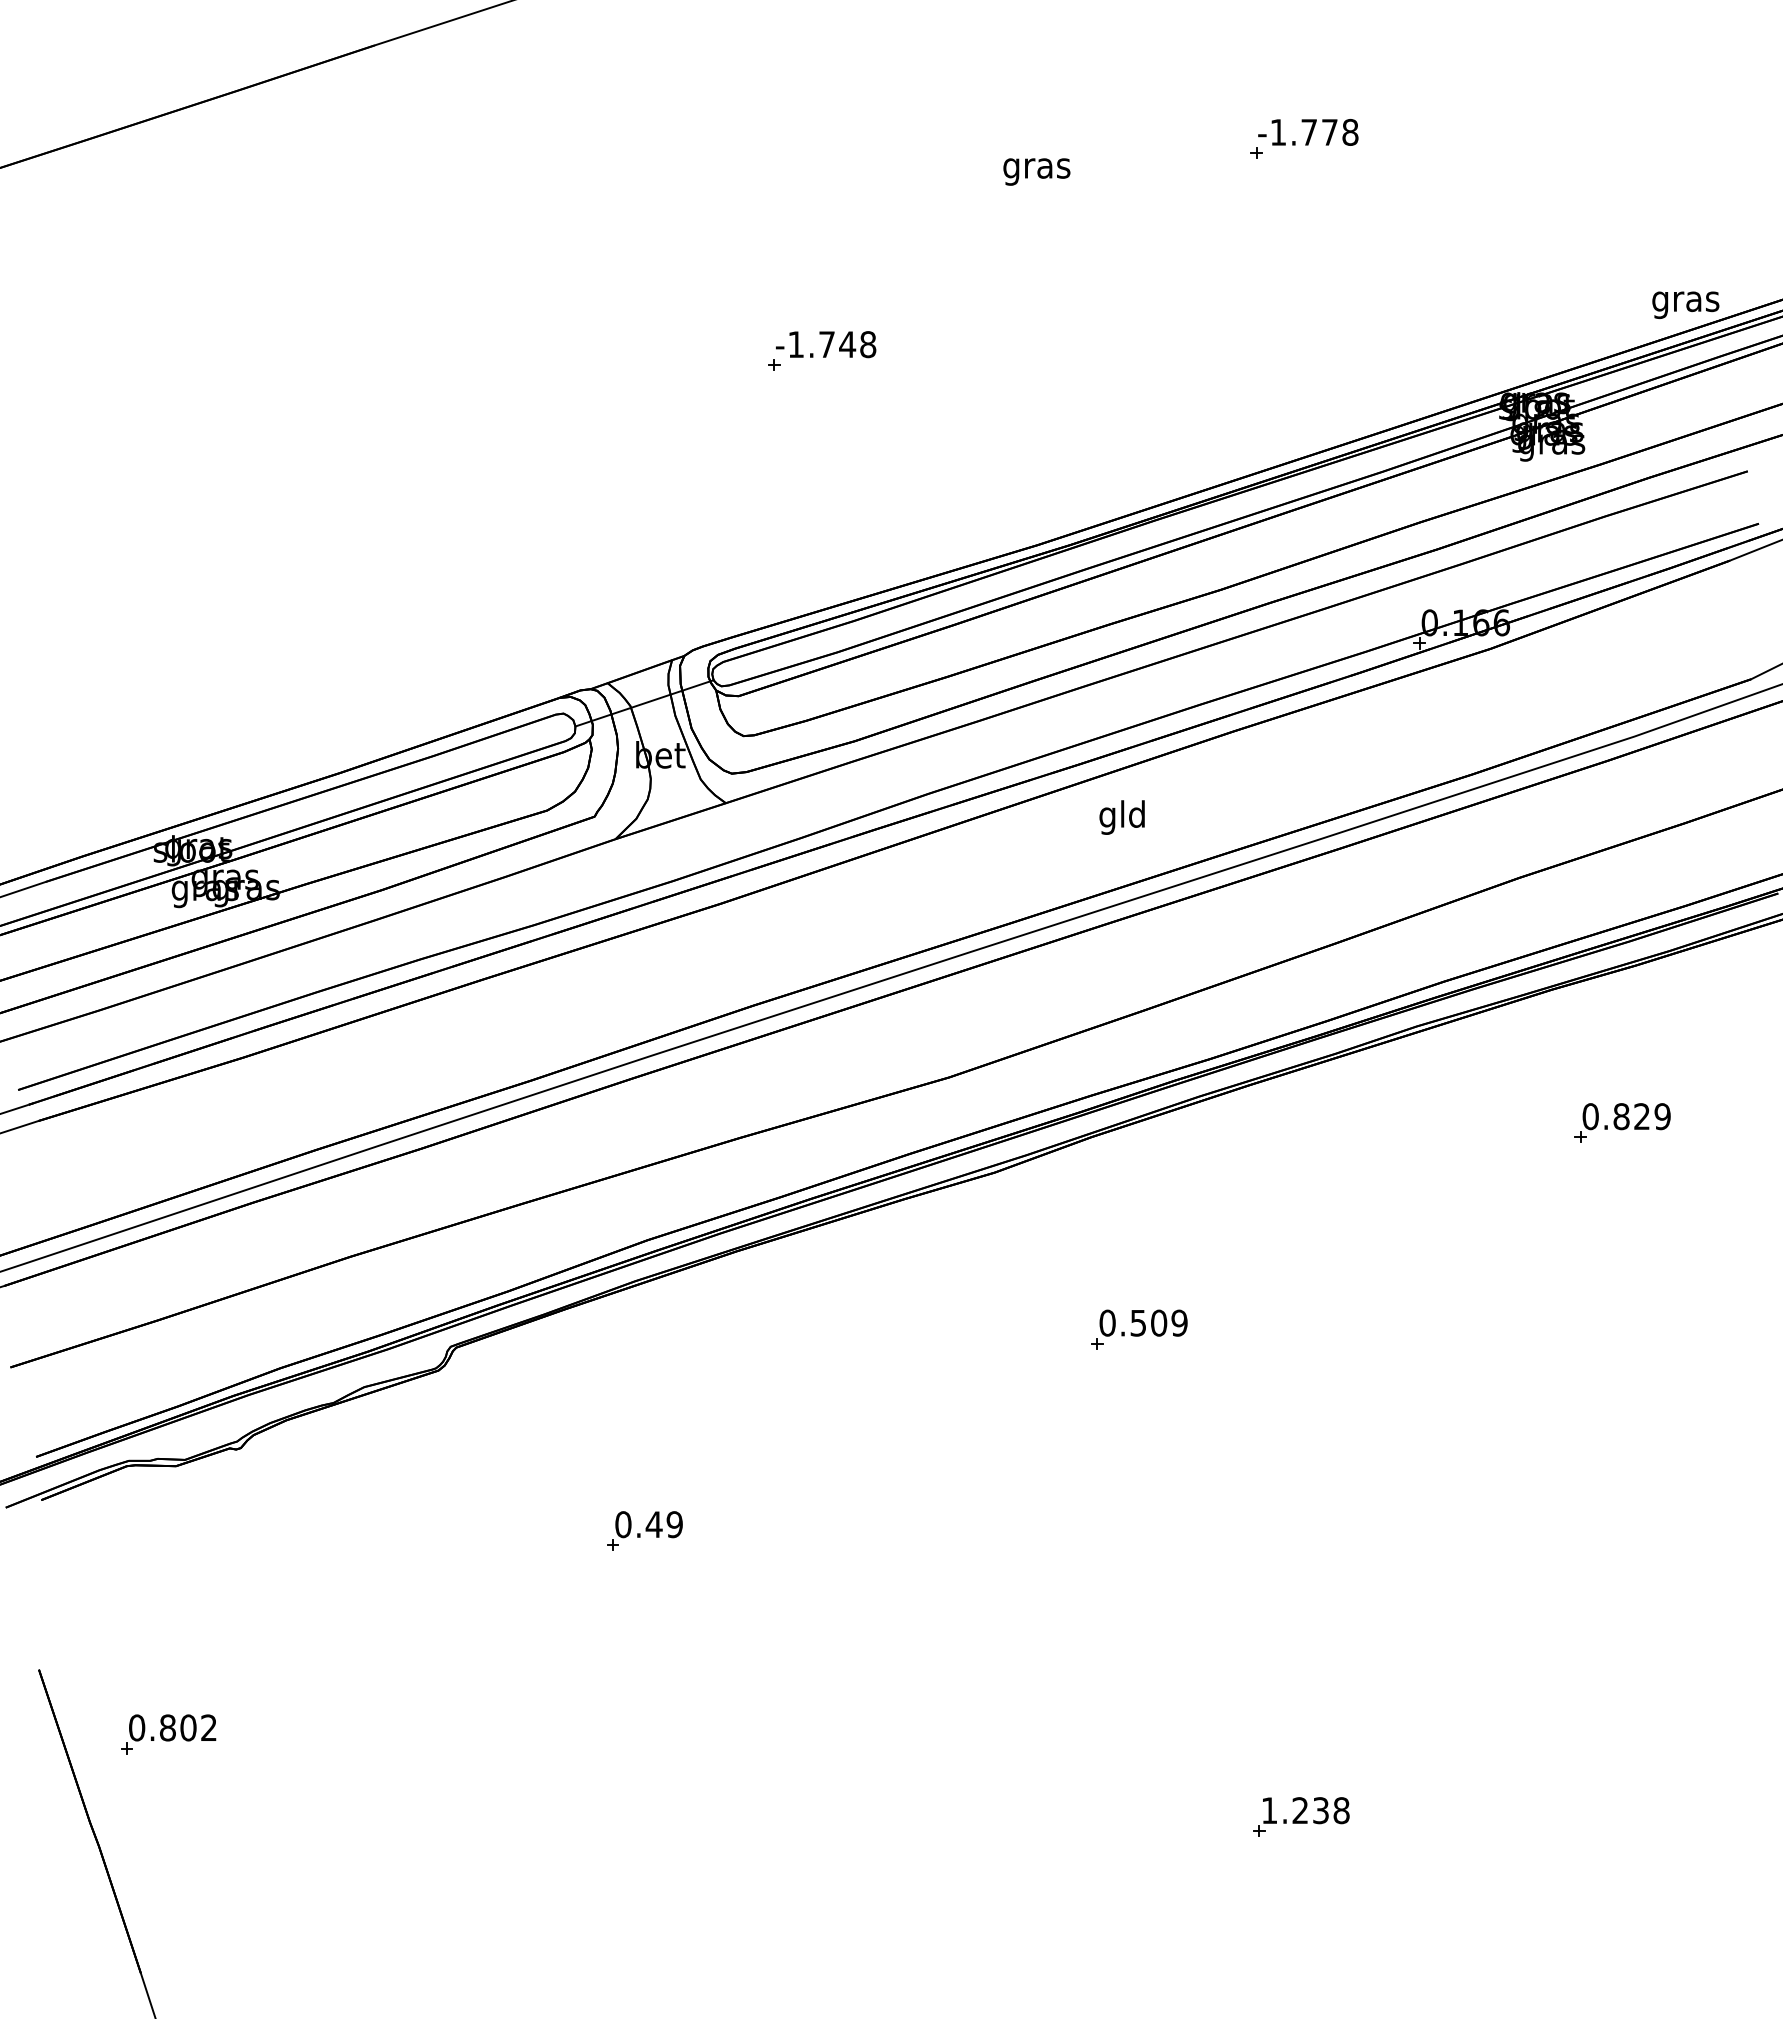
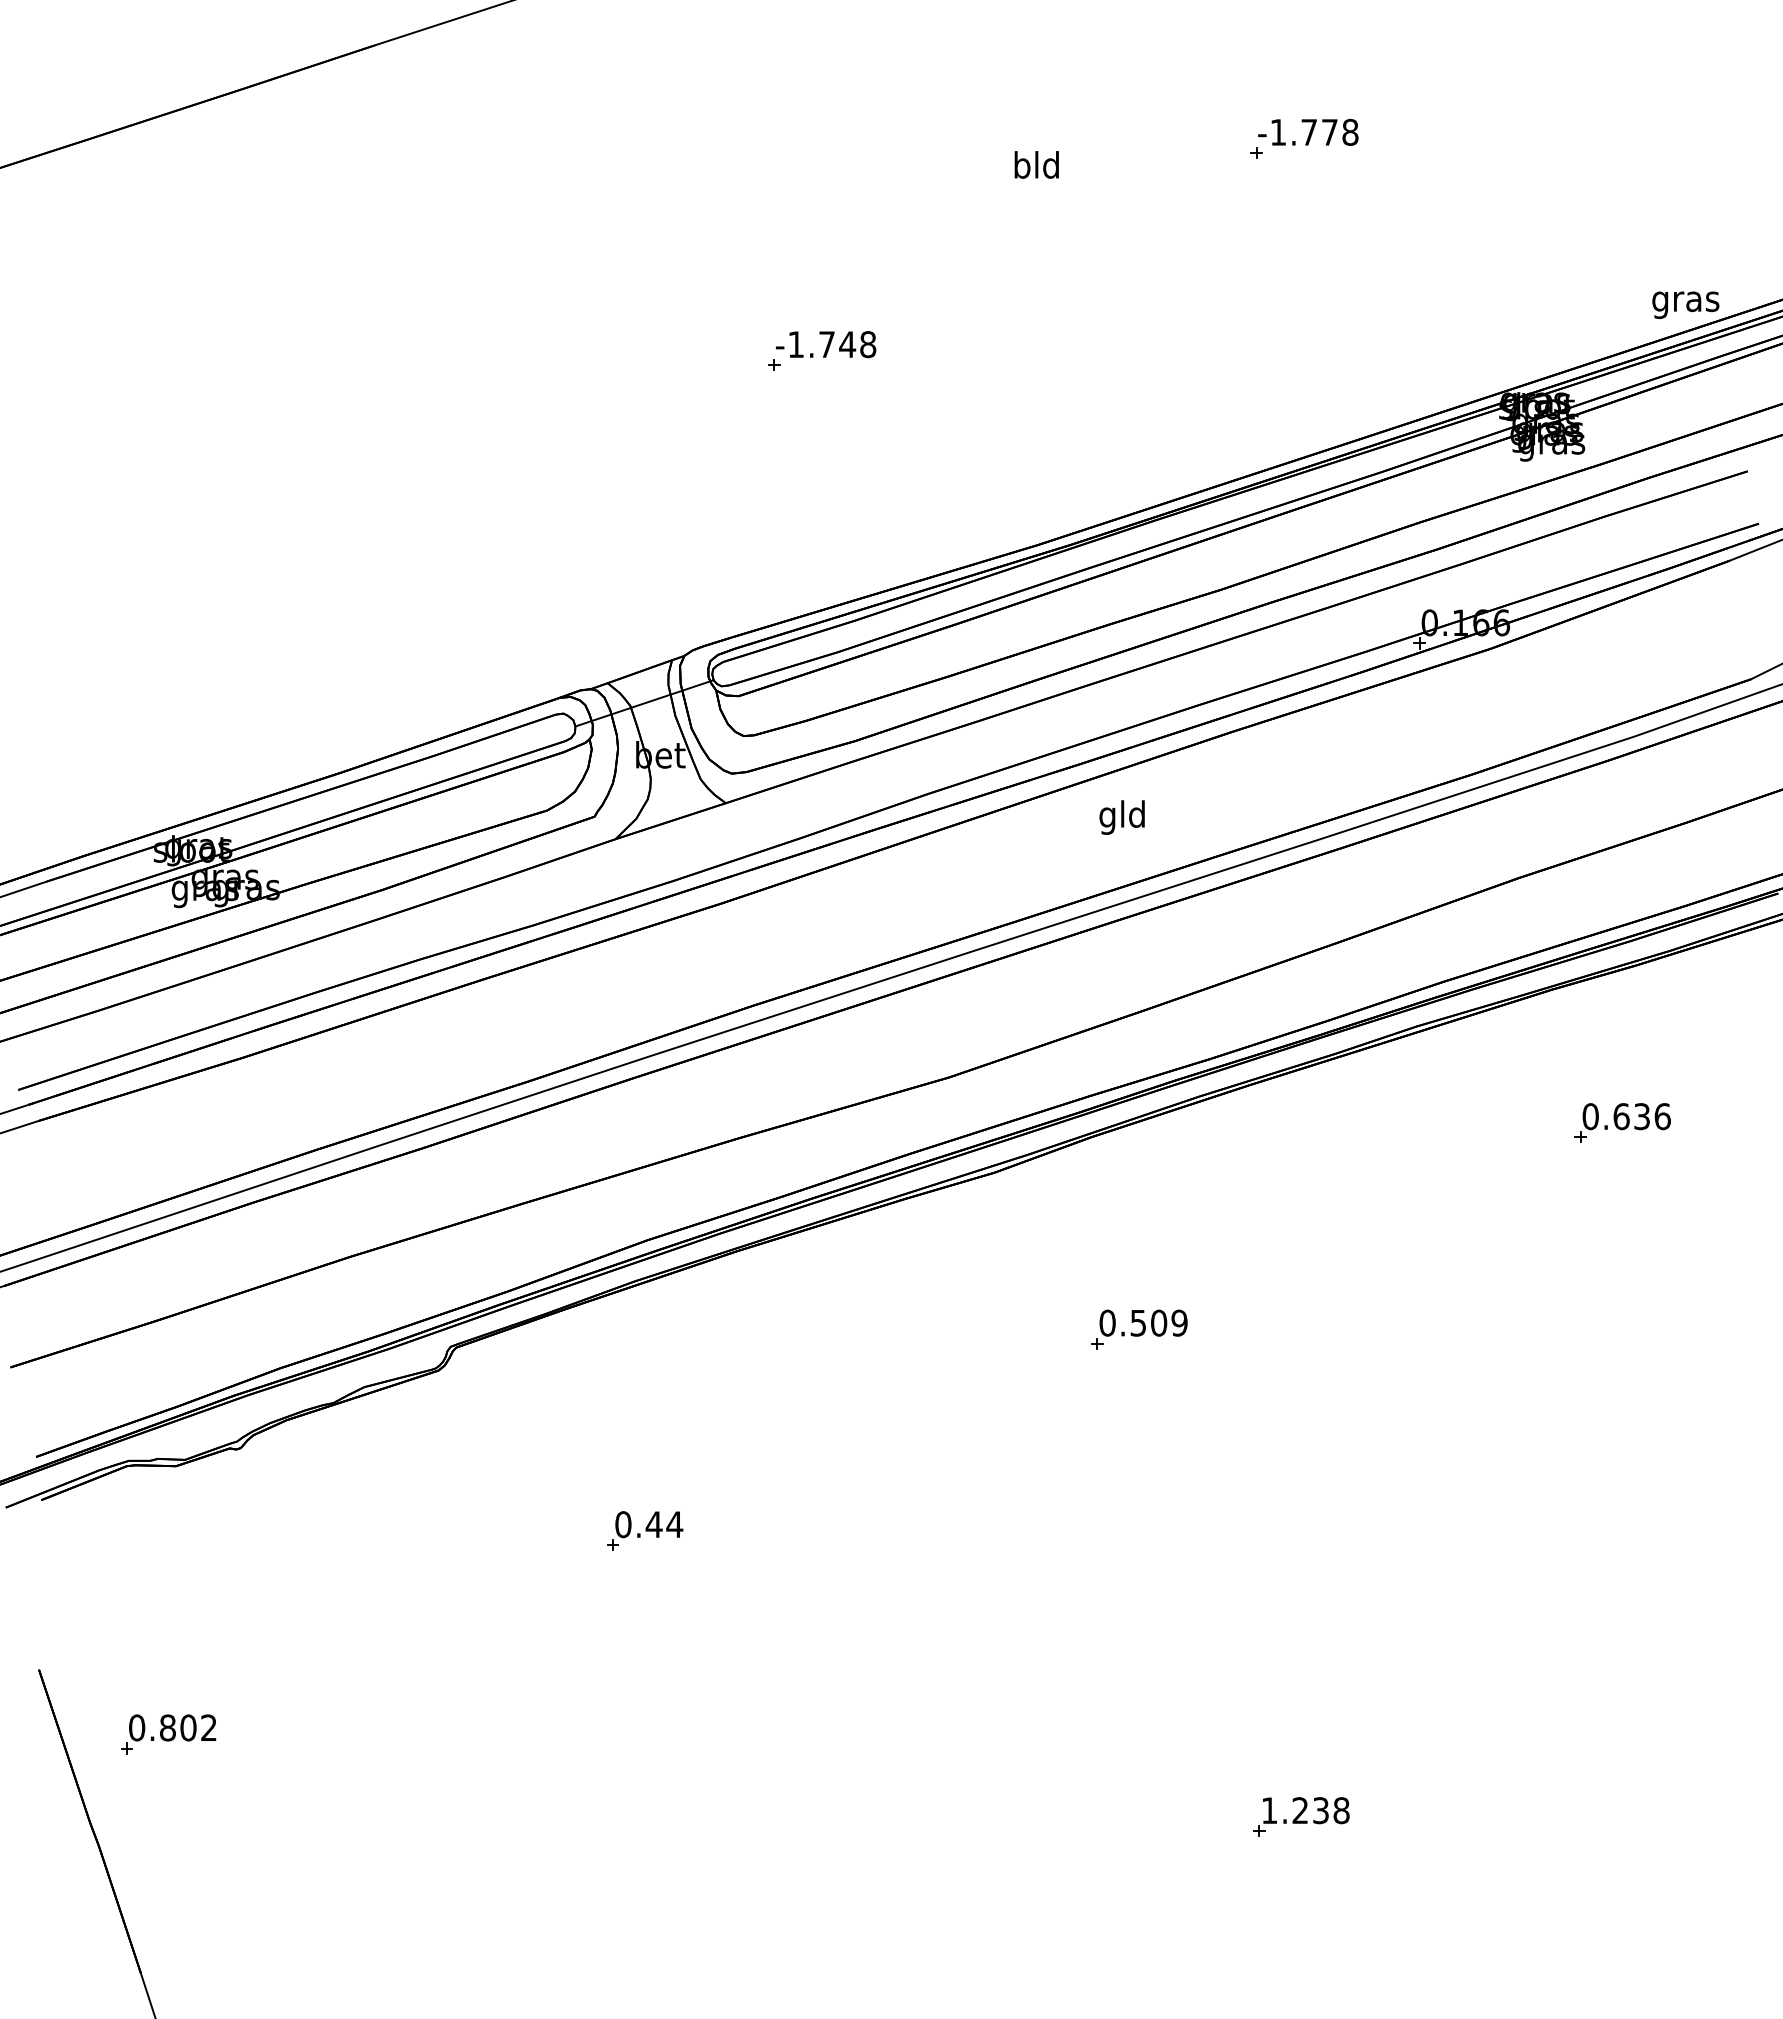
text at (1036, 168): gras -> bld
text at (1641, 1116): 0.829 -> 0.636
text at (674, 1524): 0.49 -> 0.44
